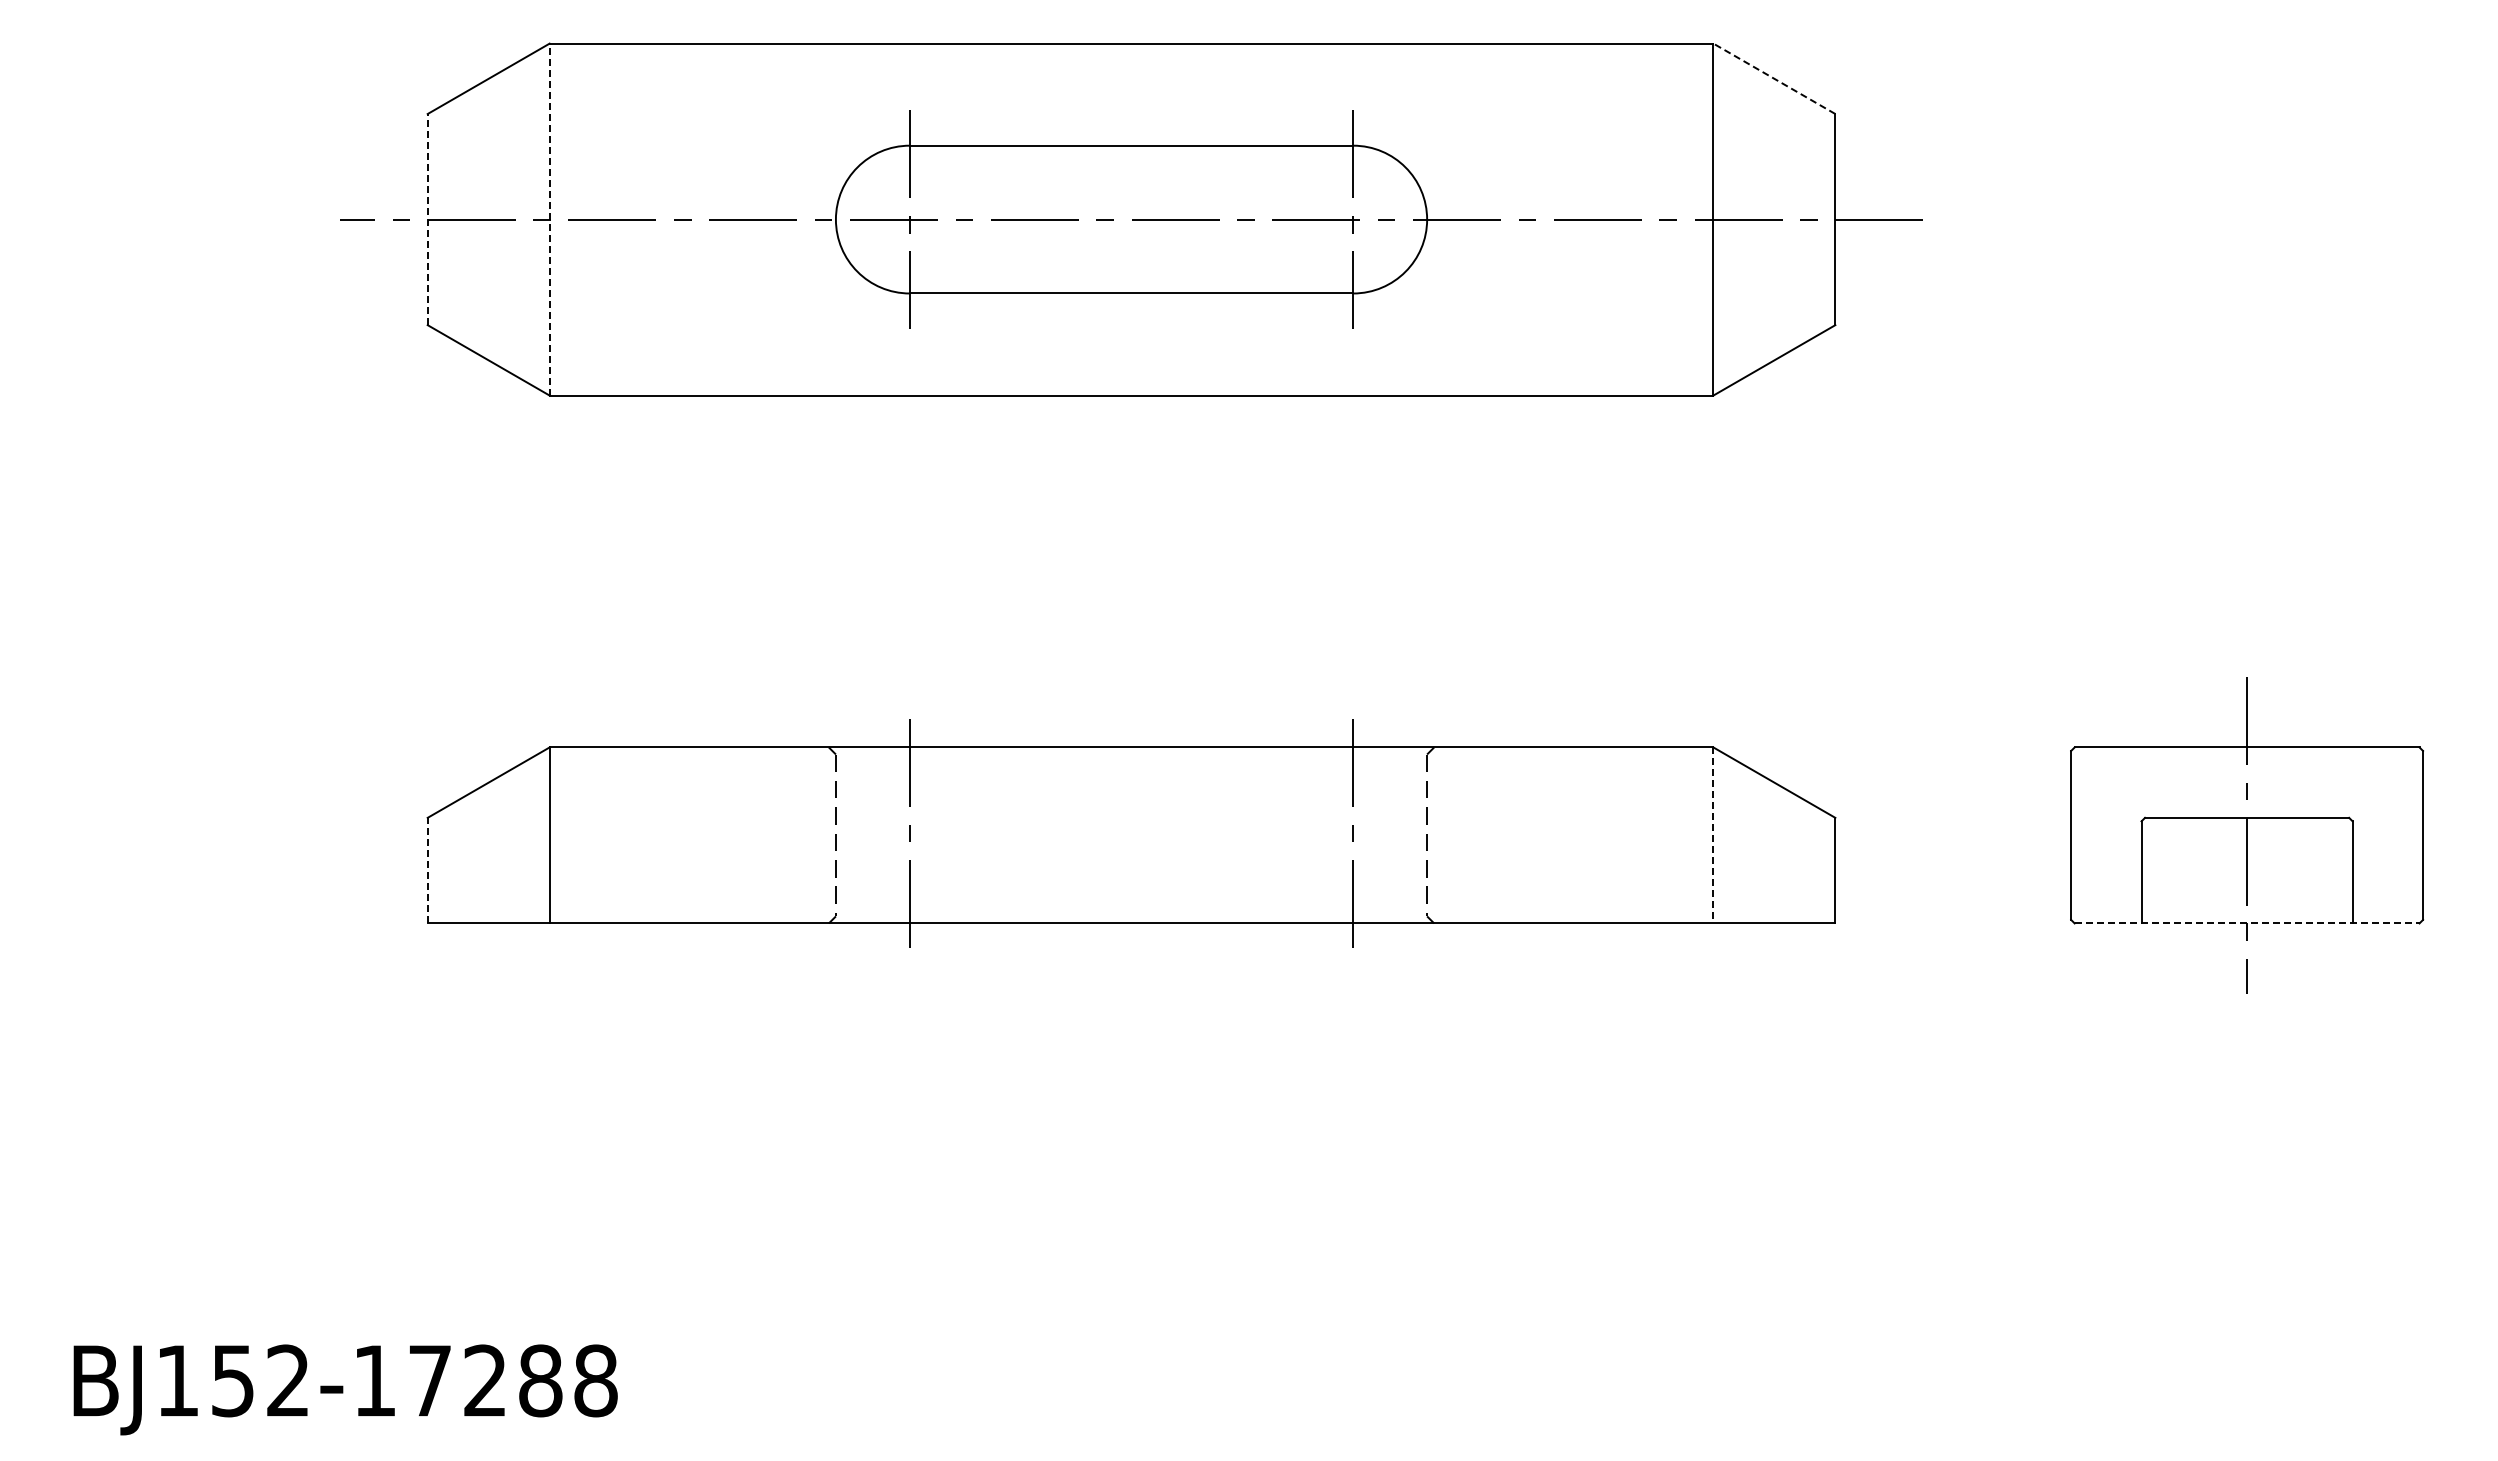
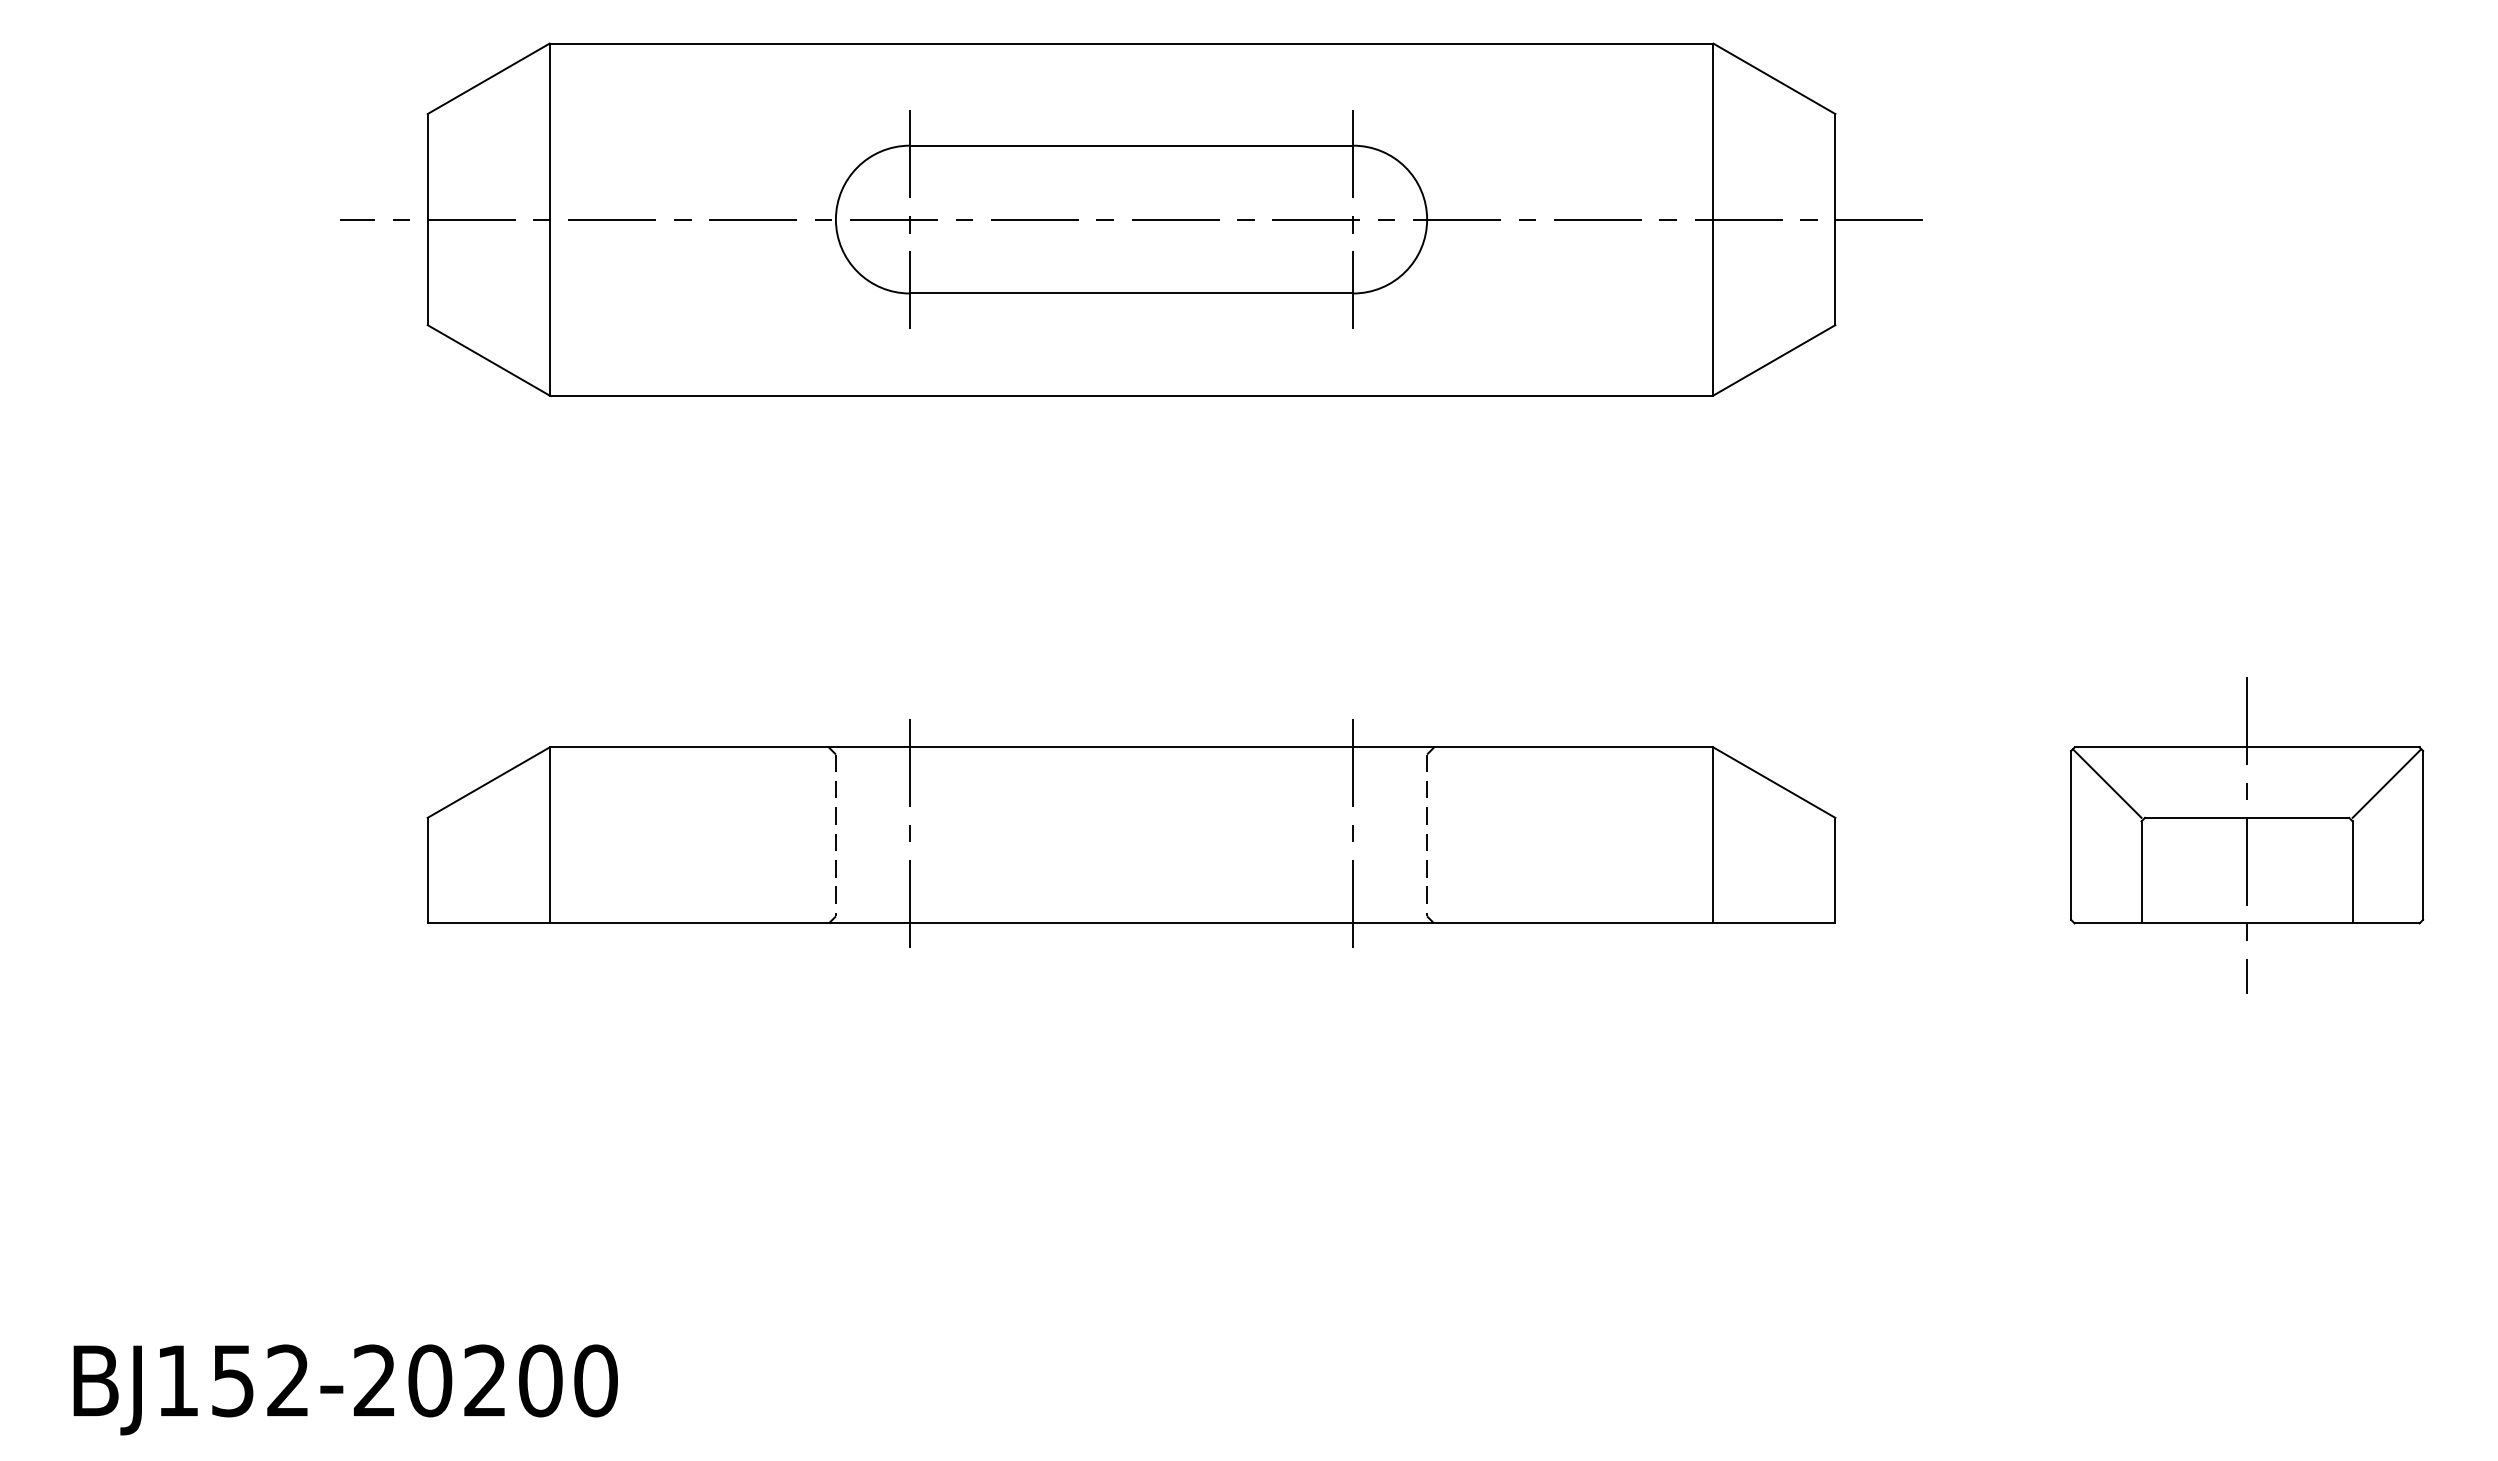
line at (1773, 78): dashed -> solid
line at (427, 219): dashed -> solid
line at (549, 219): dashed -> solid
line at (2106, 783): none -> present
line at (2386, 783): none -> present
line at (1713, 835): dashed -> solid
line at (427, 870): dashed -> solid
line at (2247, 923): dashed -> solid
text at (485, 1380): BJ152-17288 -> BJ152-20200
